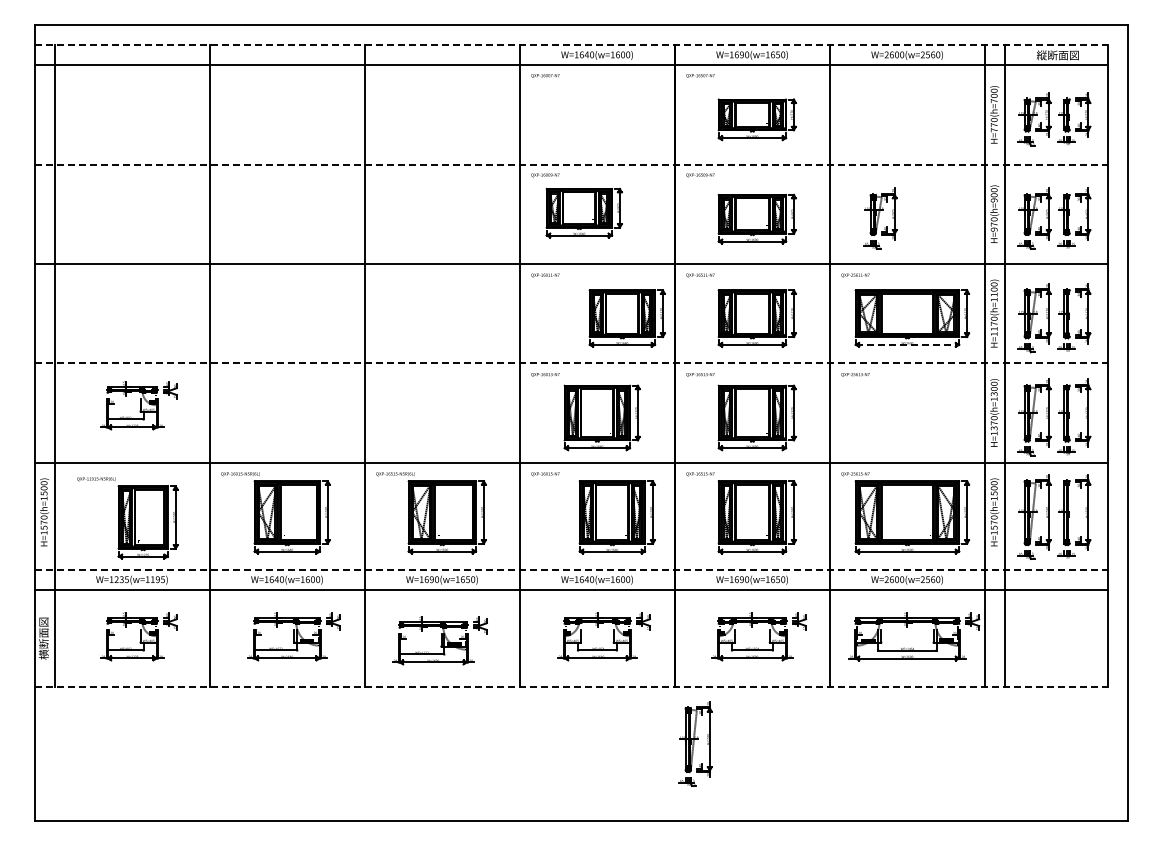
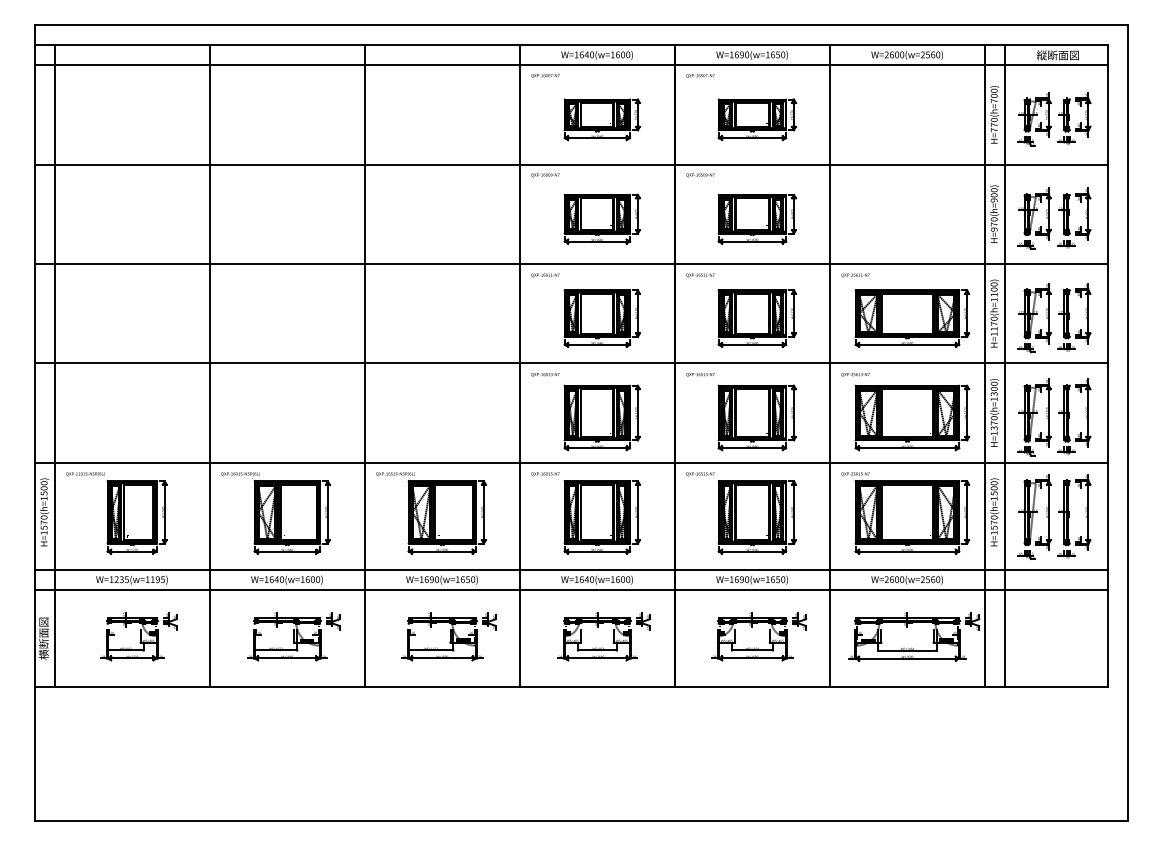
line at (571, 45): dashed -> solid
part at (601, 119): none -> present
line at (571, 164): dashed -> solid
part at (583, 213) position: (583, 213) -> (601, 219)
part at (880, 218): present -> none
part at (626, 318) position: (626, 318) -> (601, 318)
line at (907, 344): dashed -> solid
line at (571, 363): dashed -> solid
part at (138, 405): present -> none
part at (912, 417): none -> present
part at (616, 517) position: (616, 517) -> (601, 517)
part at (127, 518) position: (127, 518) -> (116, 513)
line at (571, 570): dashed -> solid
part at (439, 640) position: (439, 640) -> (448, 636)
line at (571, 686): dashed -> solid
part at (695, 743): present -> none
